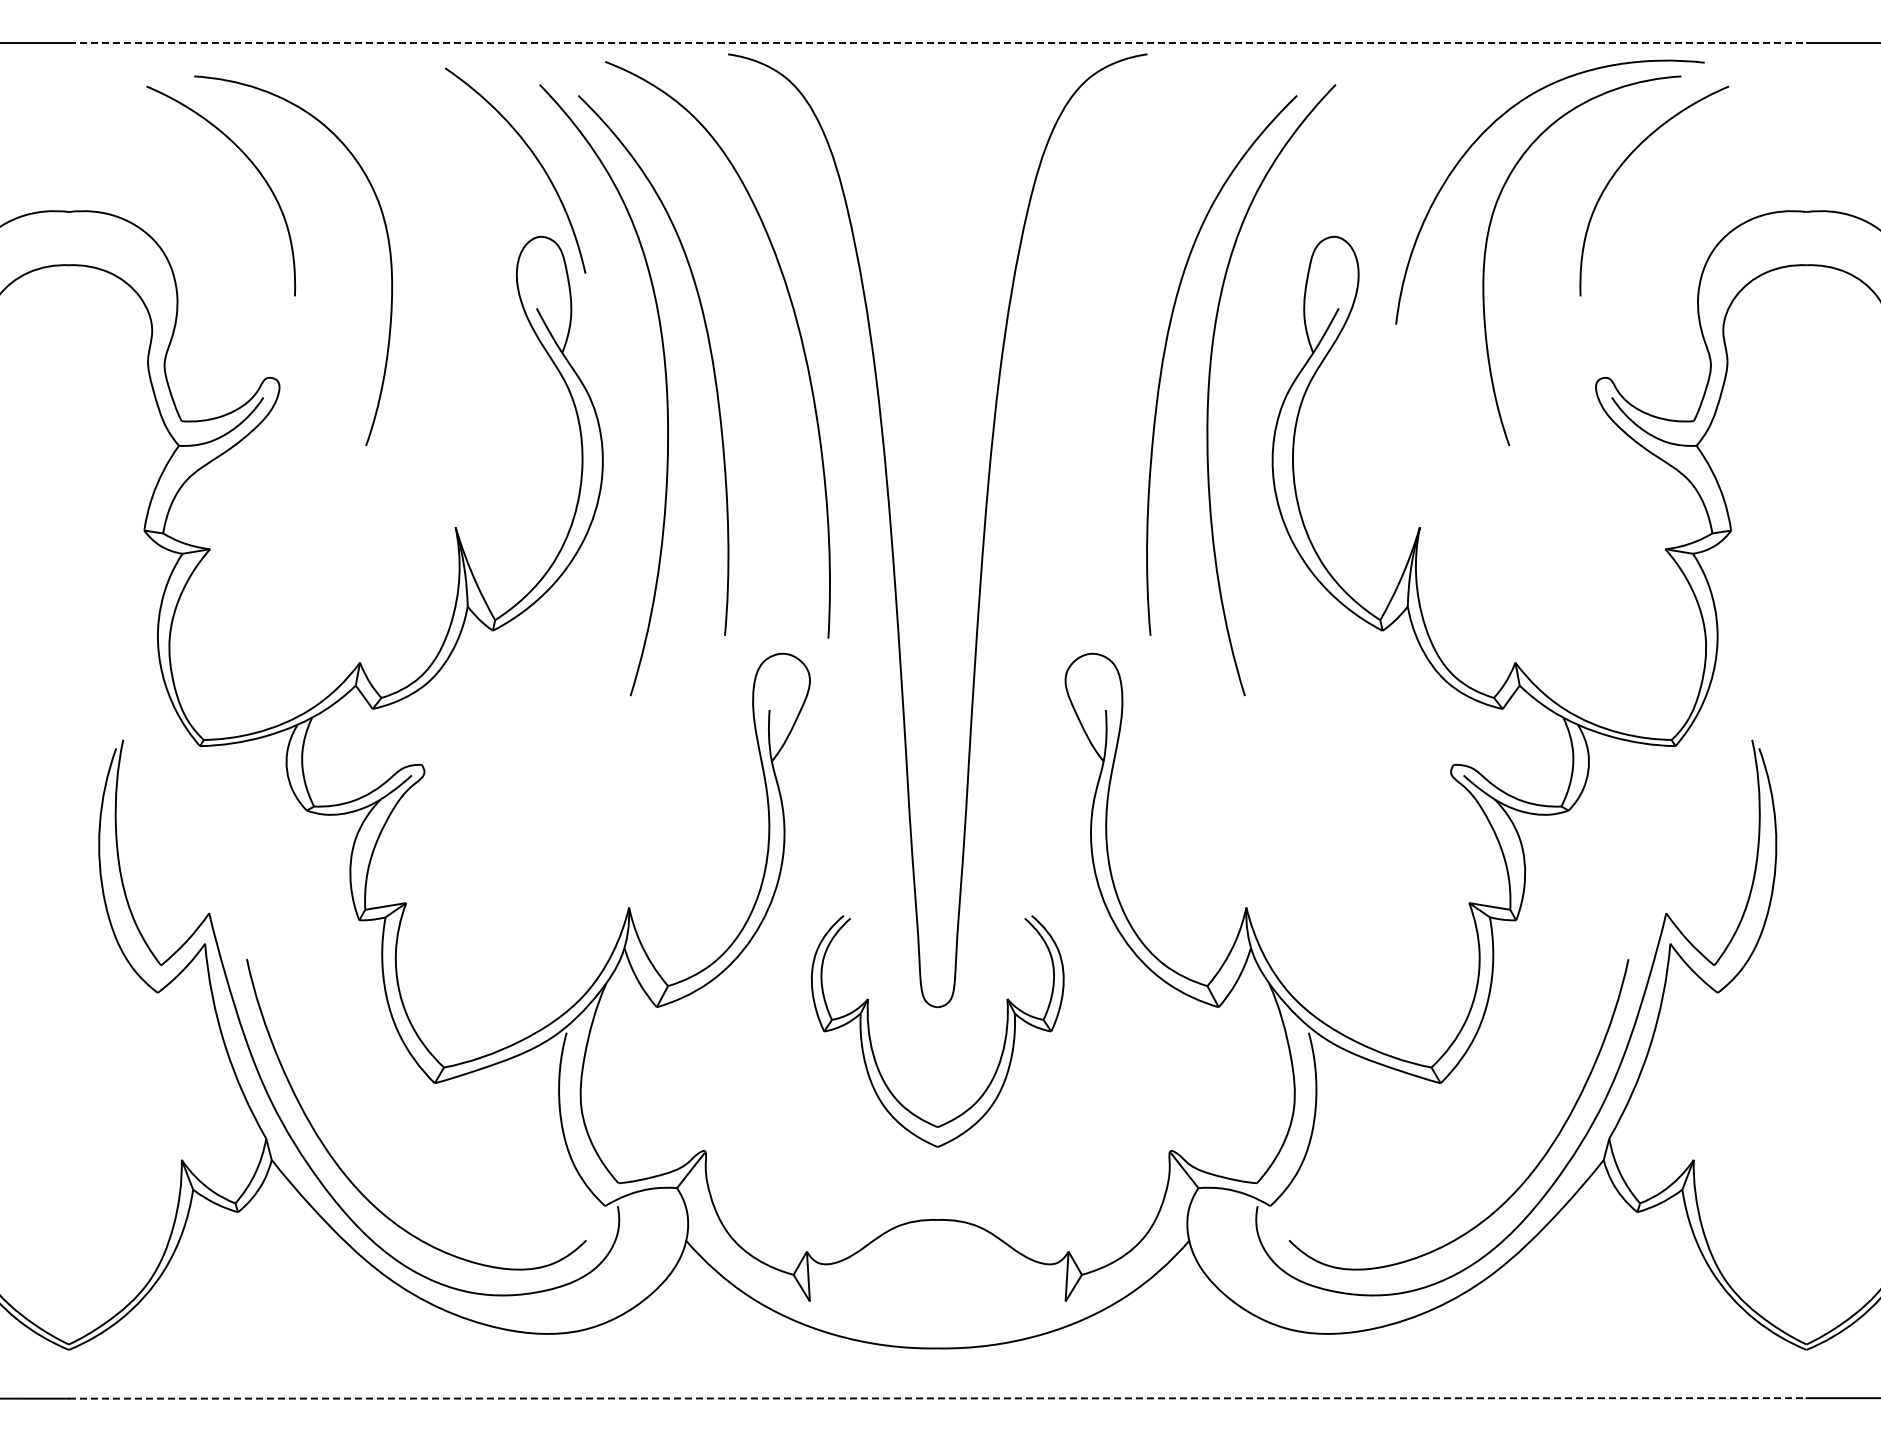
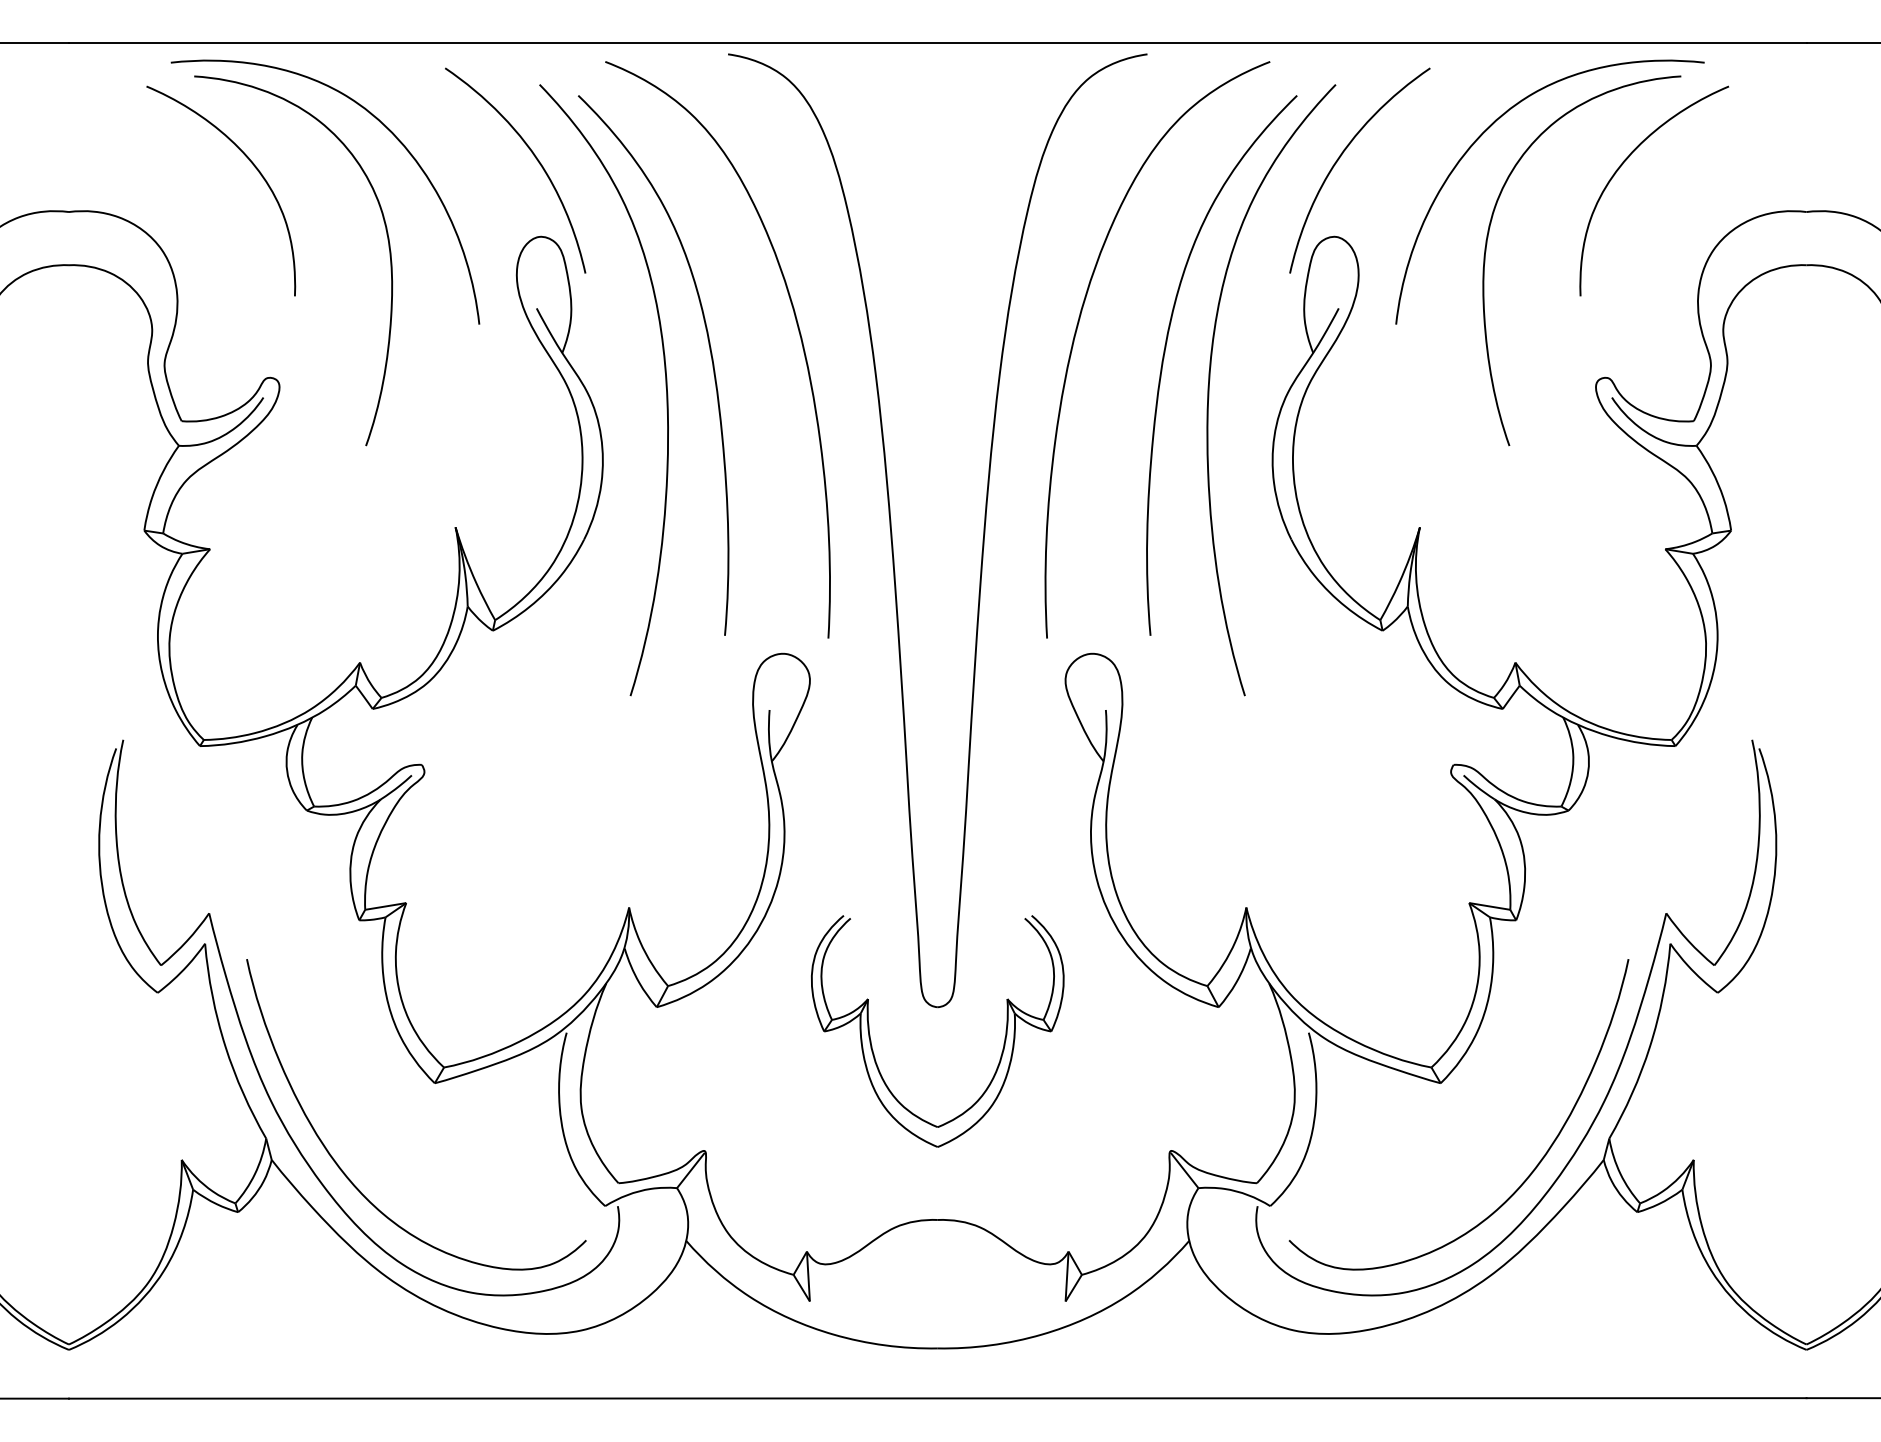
line at (937, 43): dashed -> solid
curve at (387, 129): none -> present
curve at (1341, 156): none -> present
curve at (1077, 330): none -> present
line at (937, 1398): dashed -> solid
